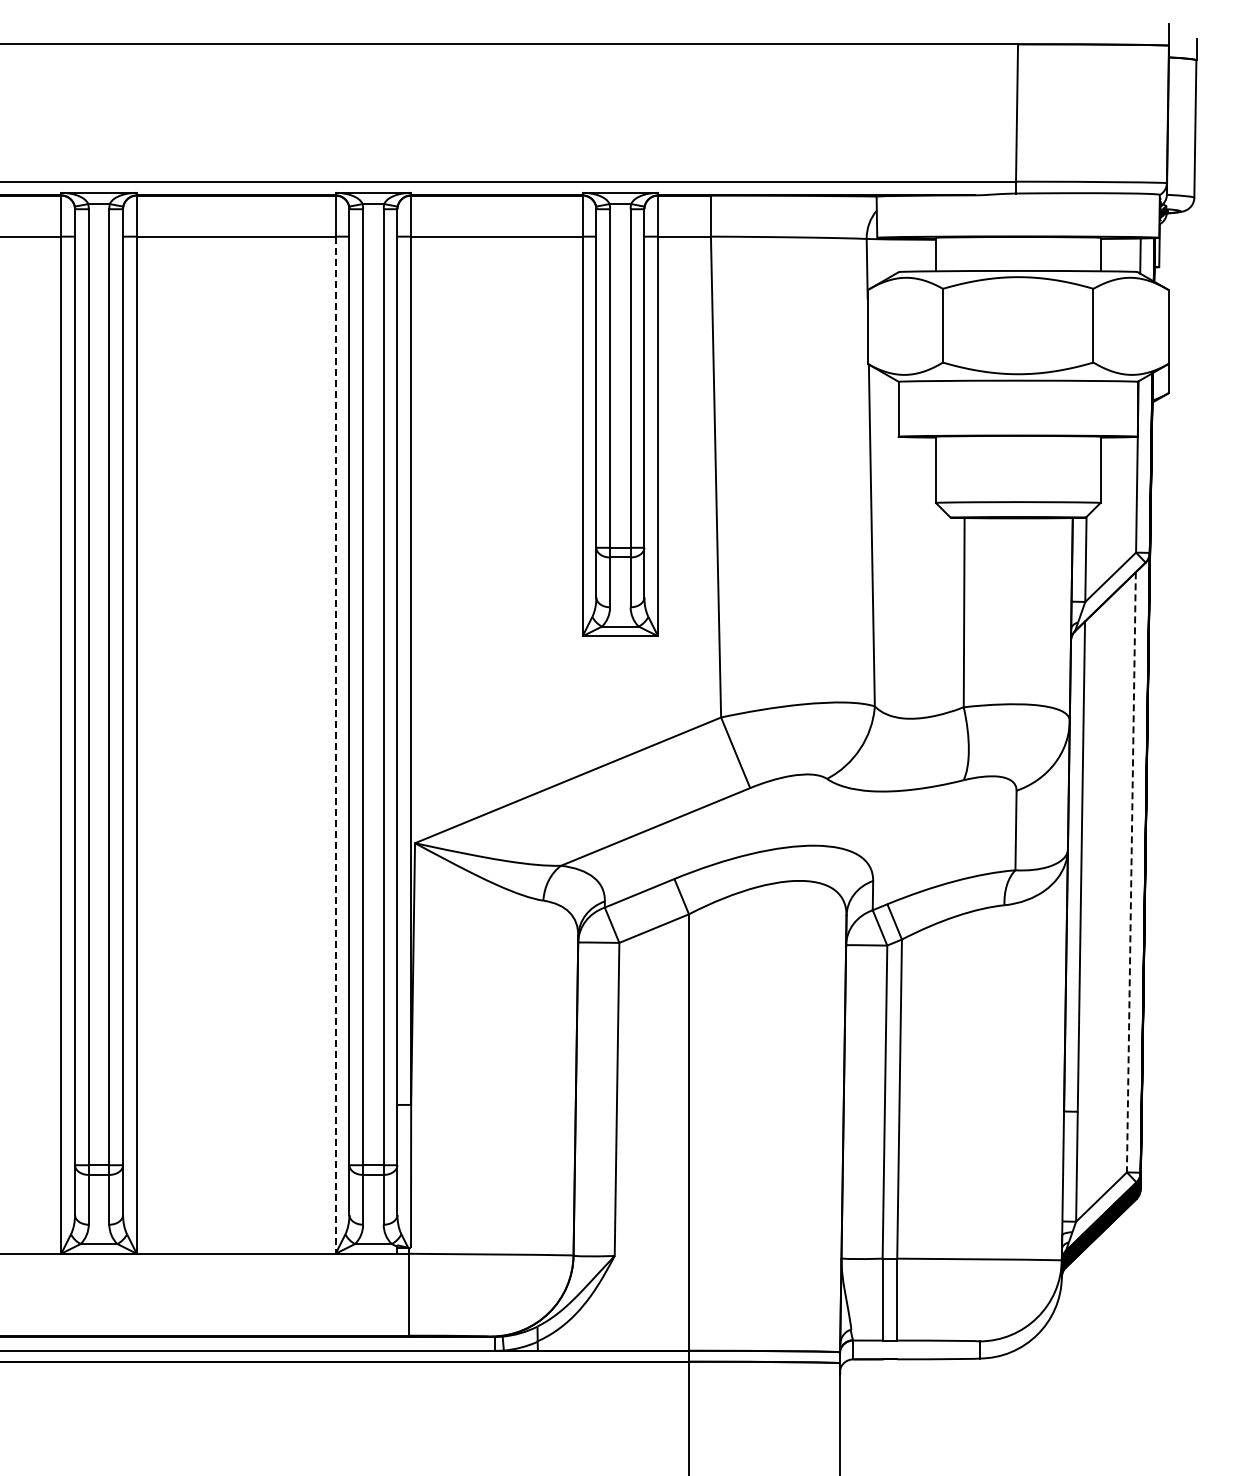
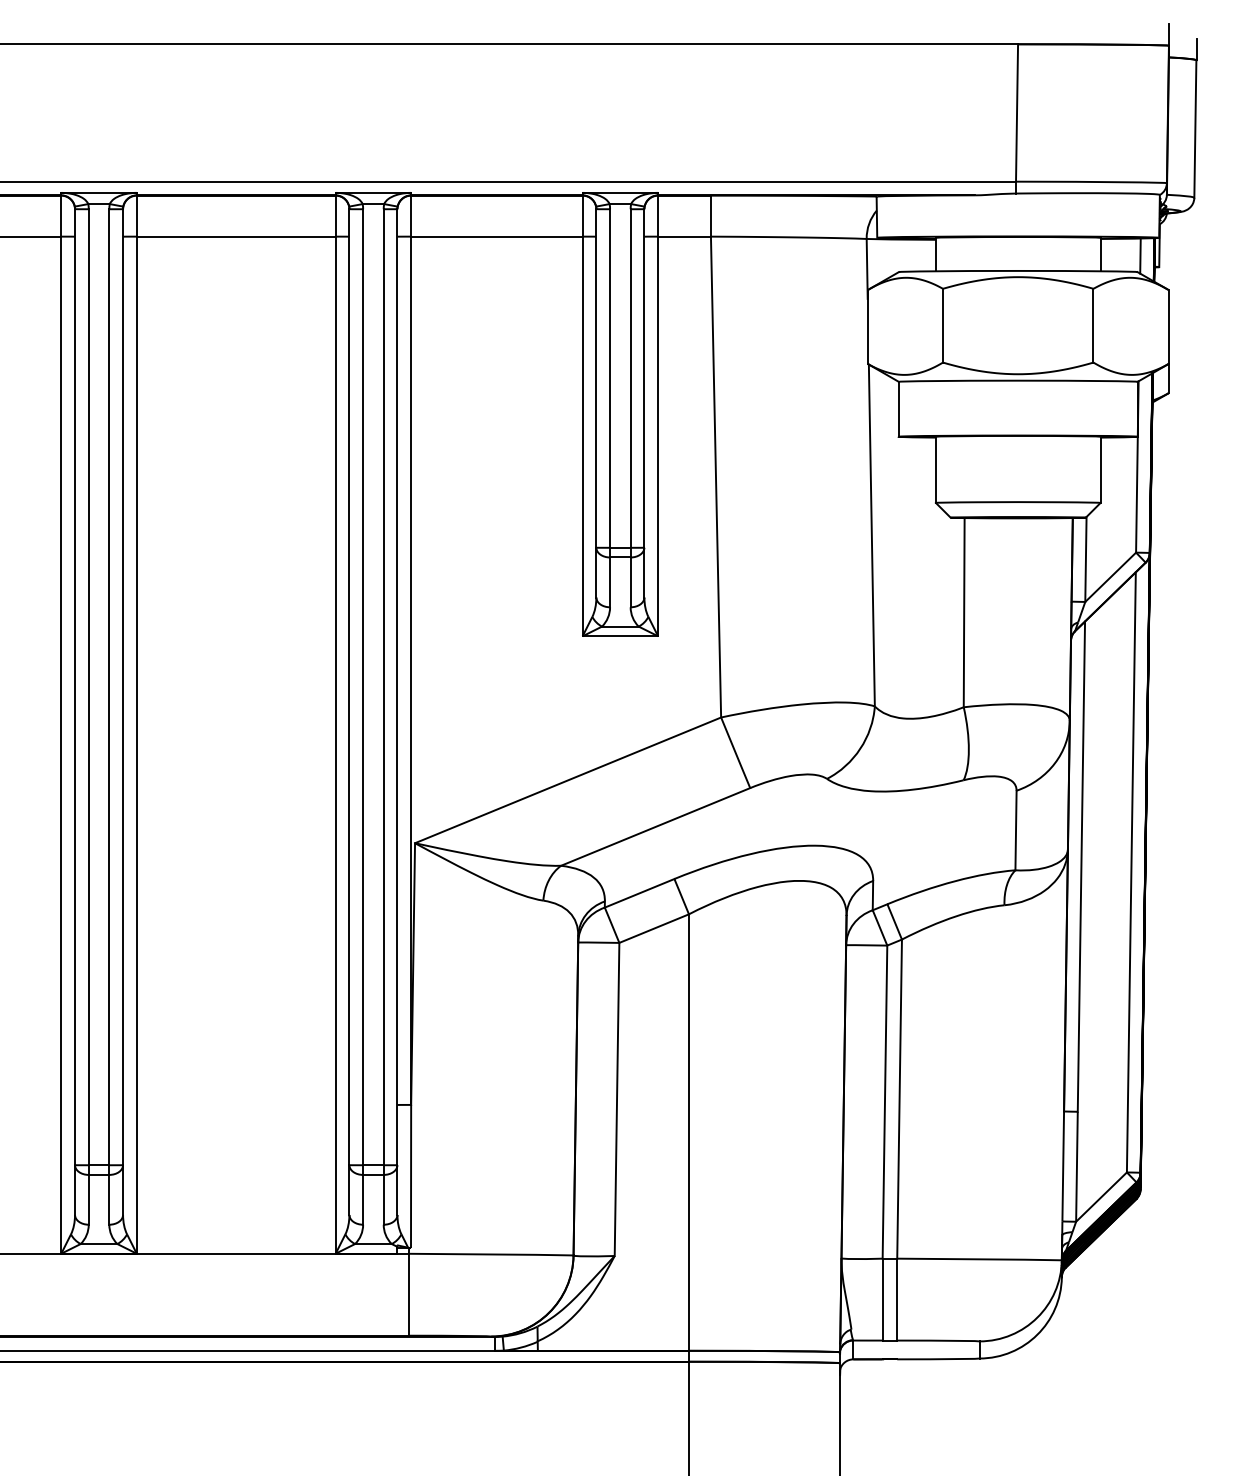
line at (335, 745): dashed -> solid
line at (1131, 872): dashed -> solid
